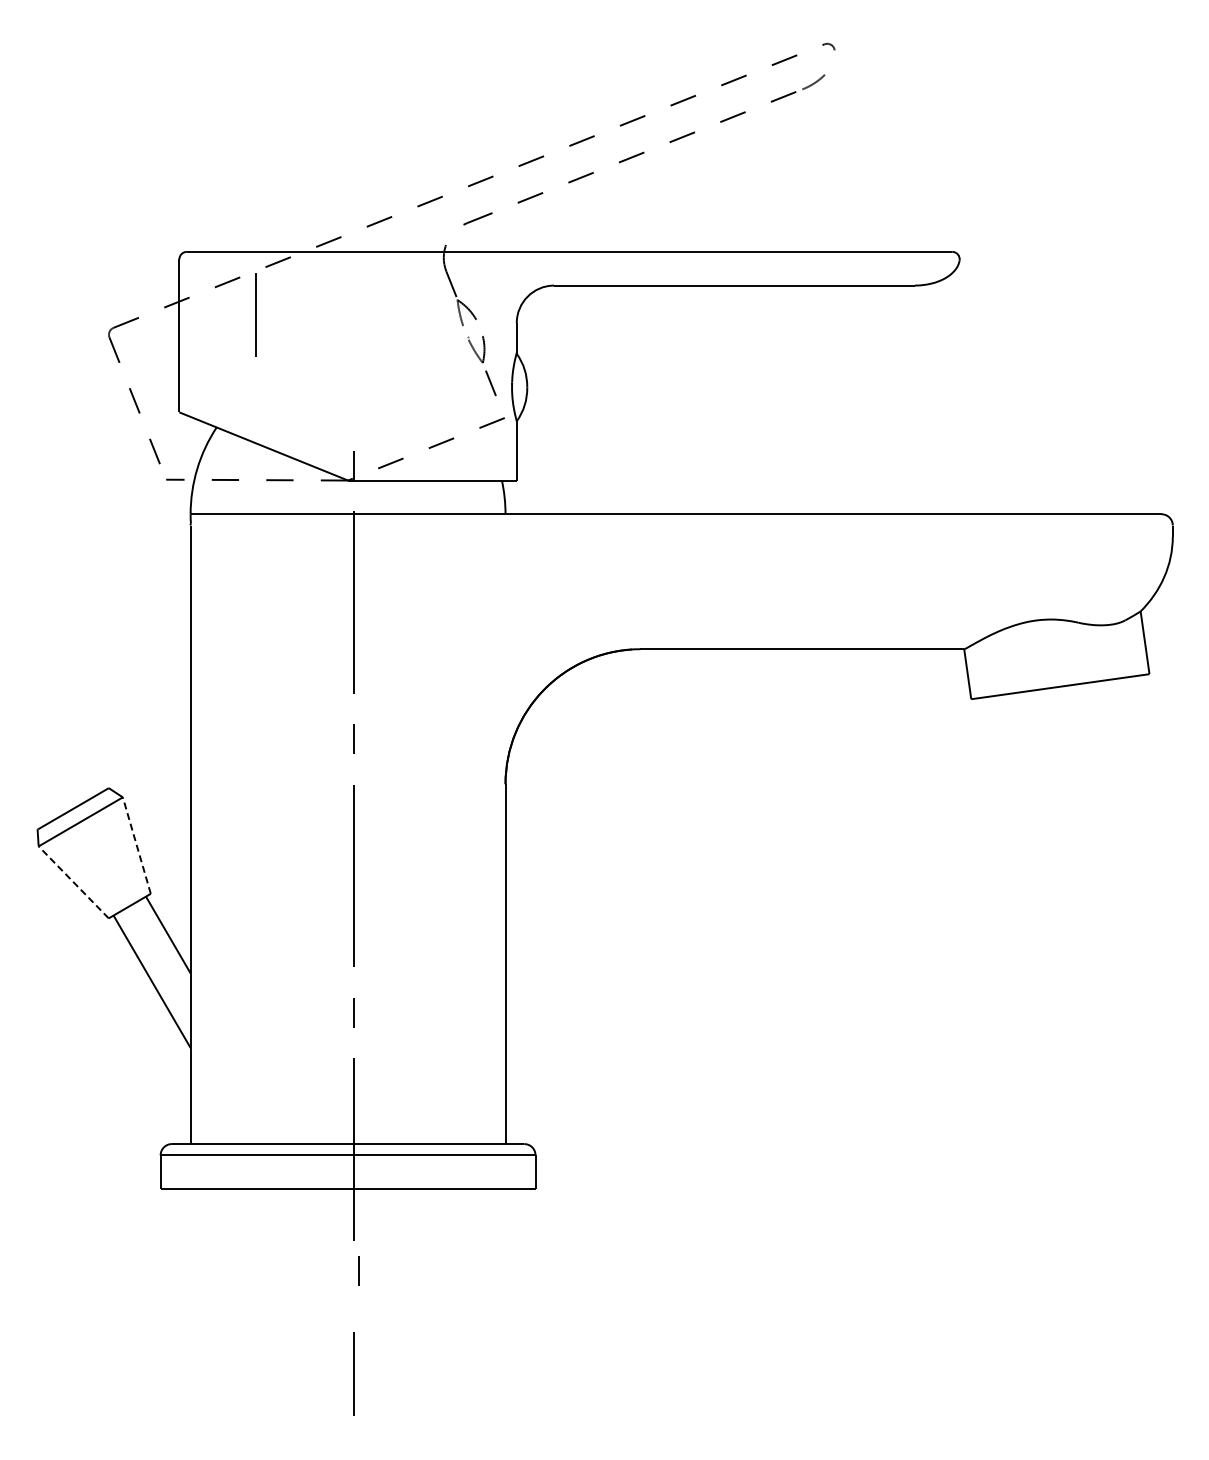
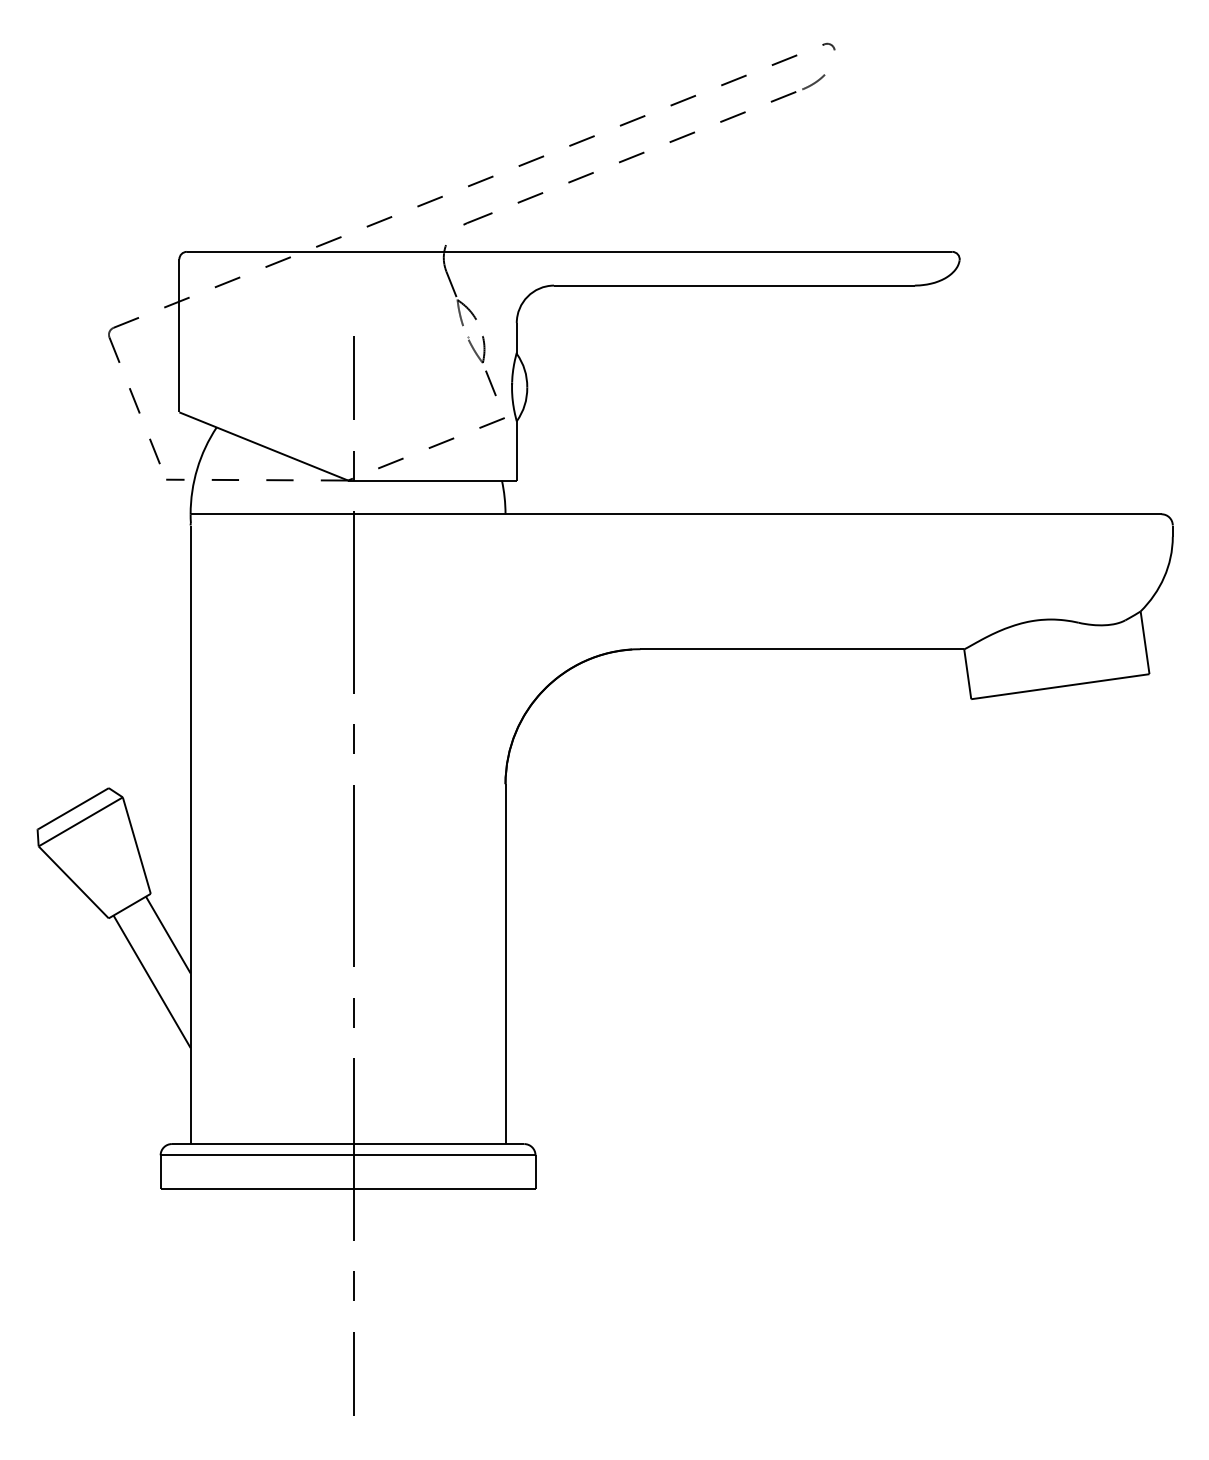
line at (255, 314) position: (255, 314) -> (353, 377)
line at (136, 845): dashed -> solid
line at (73, 882): dashed -> solid
line at (358, 1270) position: (358, 1270) -> (353, 1285)
